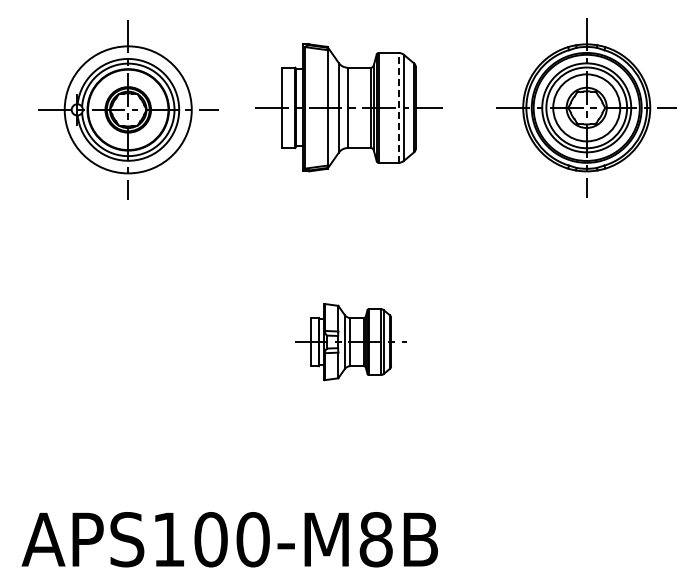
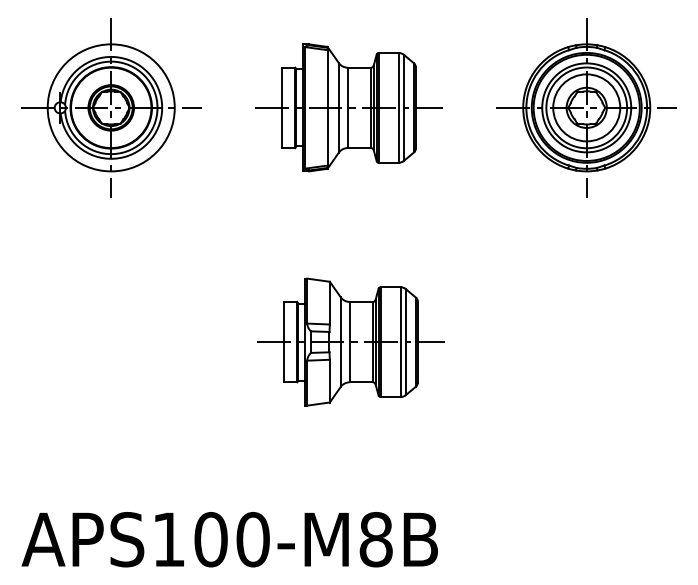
line at (398, 107): dashed -> solid
part at (128, 109) position: (128, 109) -> (111, 107)
part at (350, 342) size: 112x79 px -> 188x130 px
